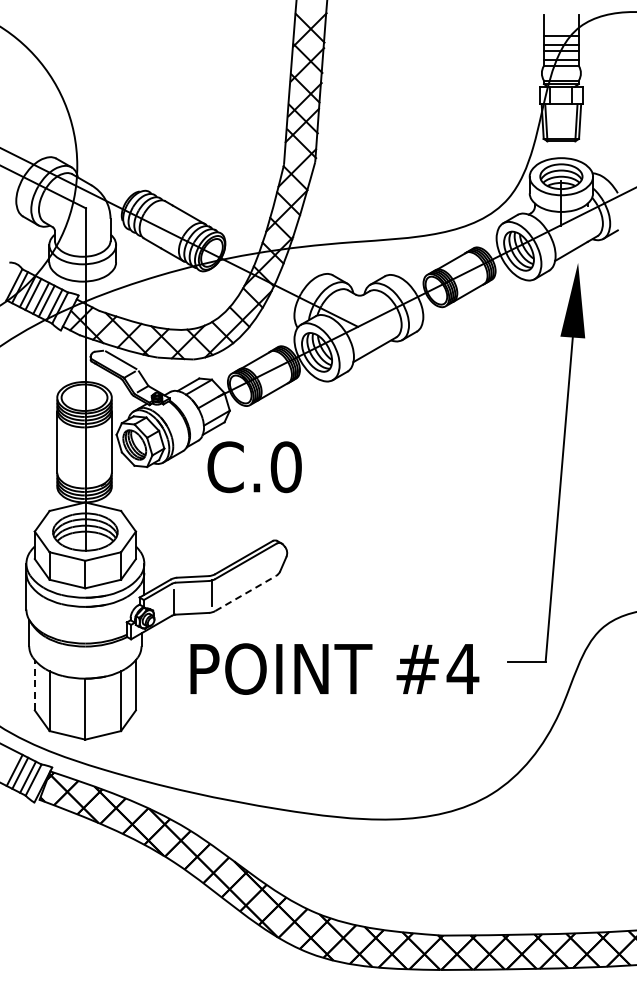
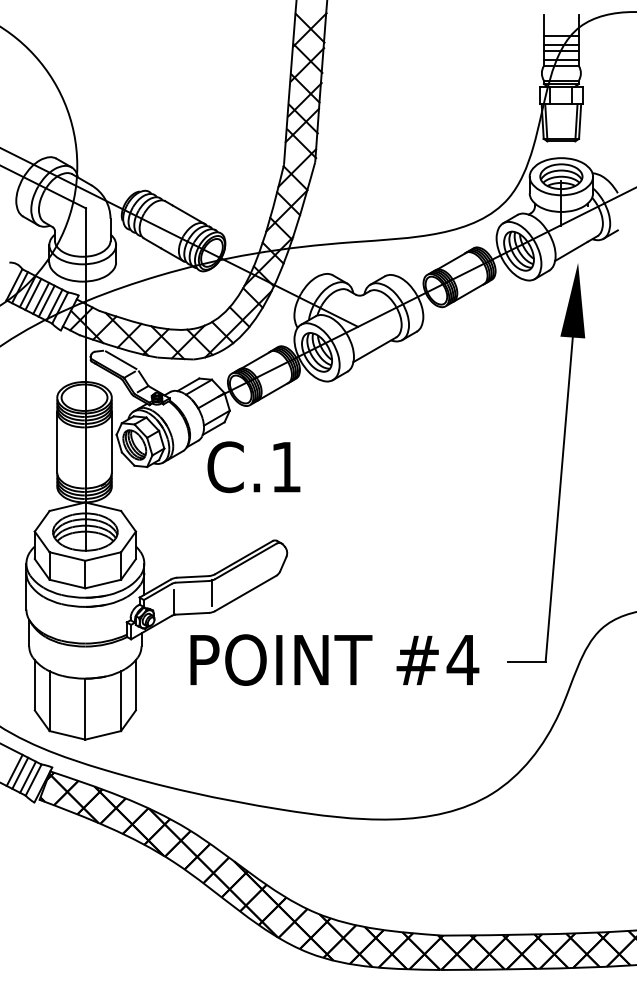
text at (285, 467): C.0 -> C.1
line at (246, 593): dashed -> solid
text at (334, 668) position: (334, 668) -> (334, 659)
line at (34, 684): dashed -> solid
